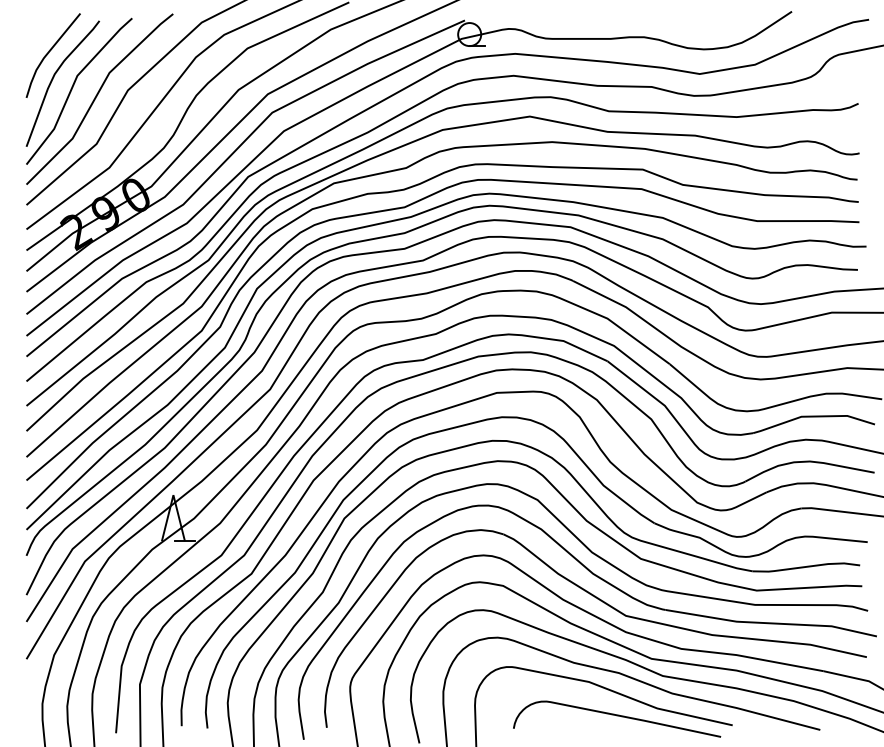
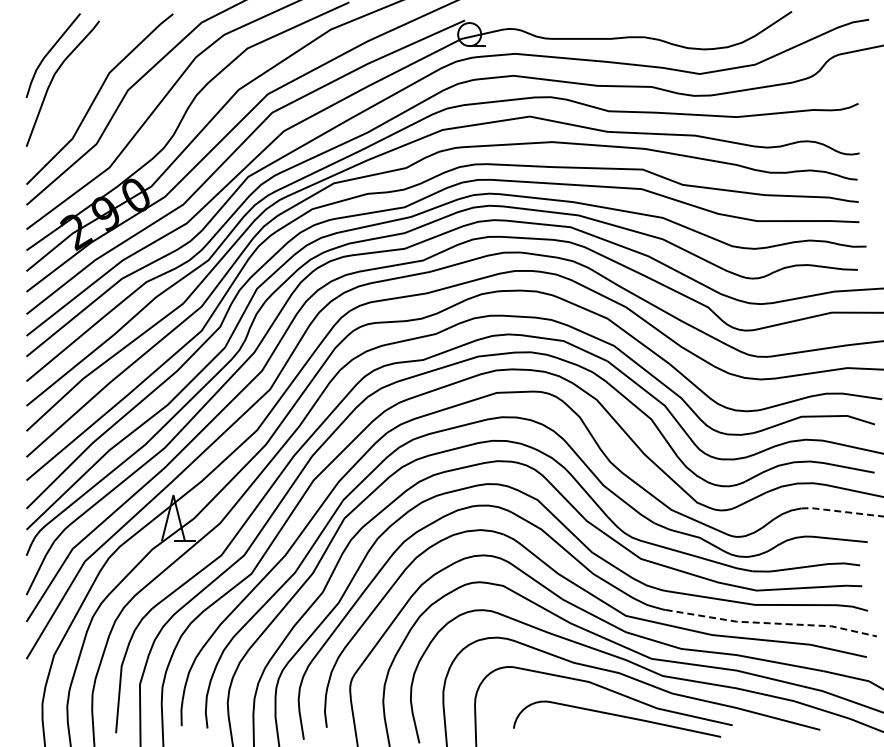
line at (73, 87): present -> none
line at (841, 511): solid -> dashed
line at (772, 623): solid -> dashed
